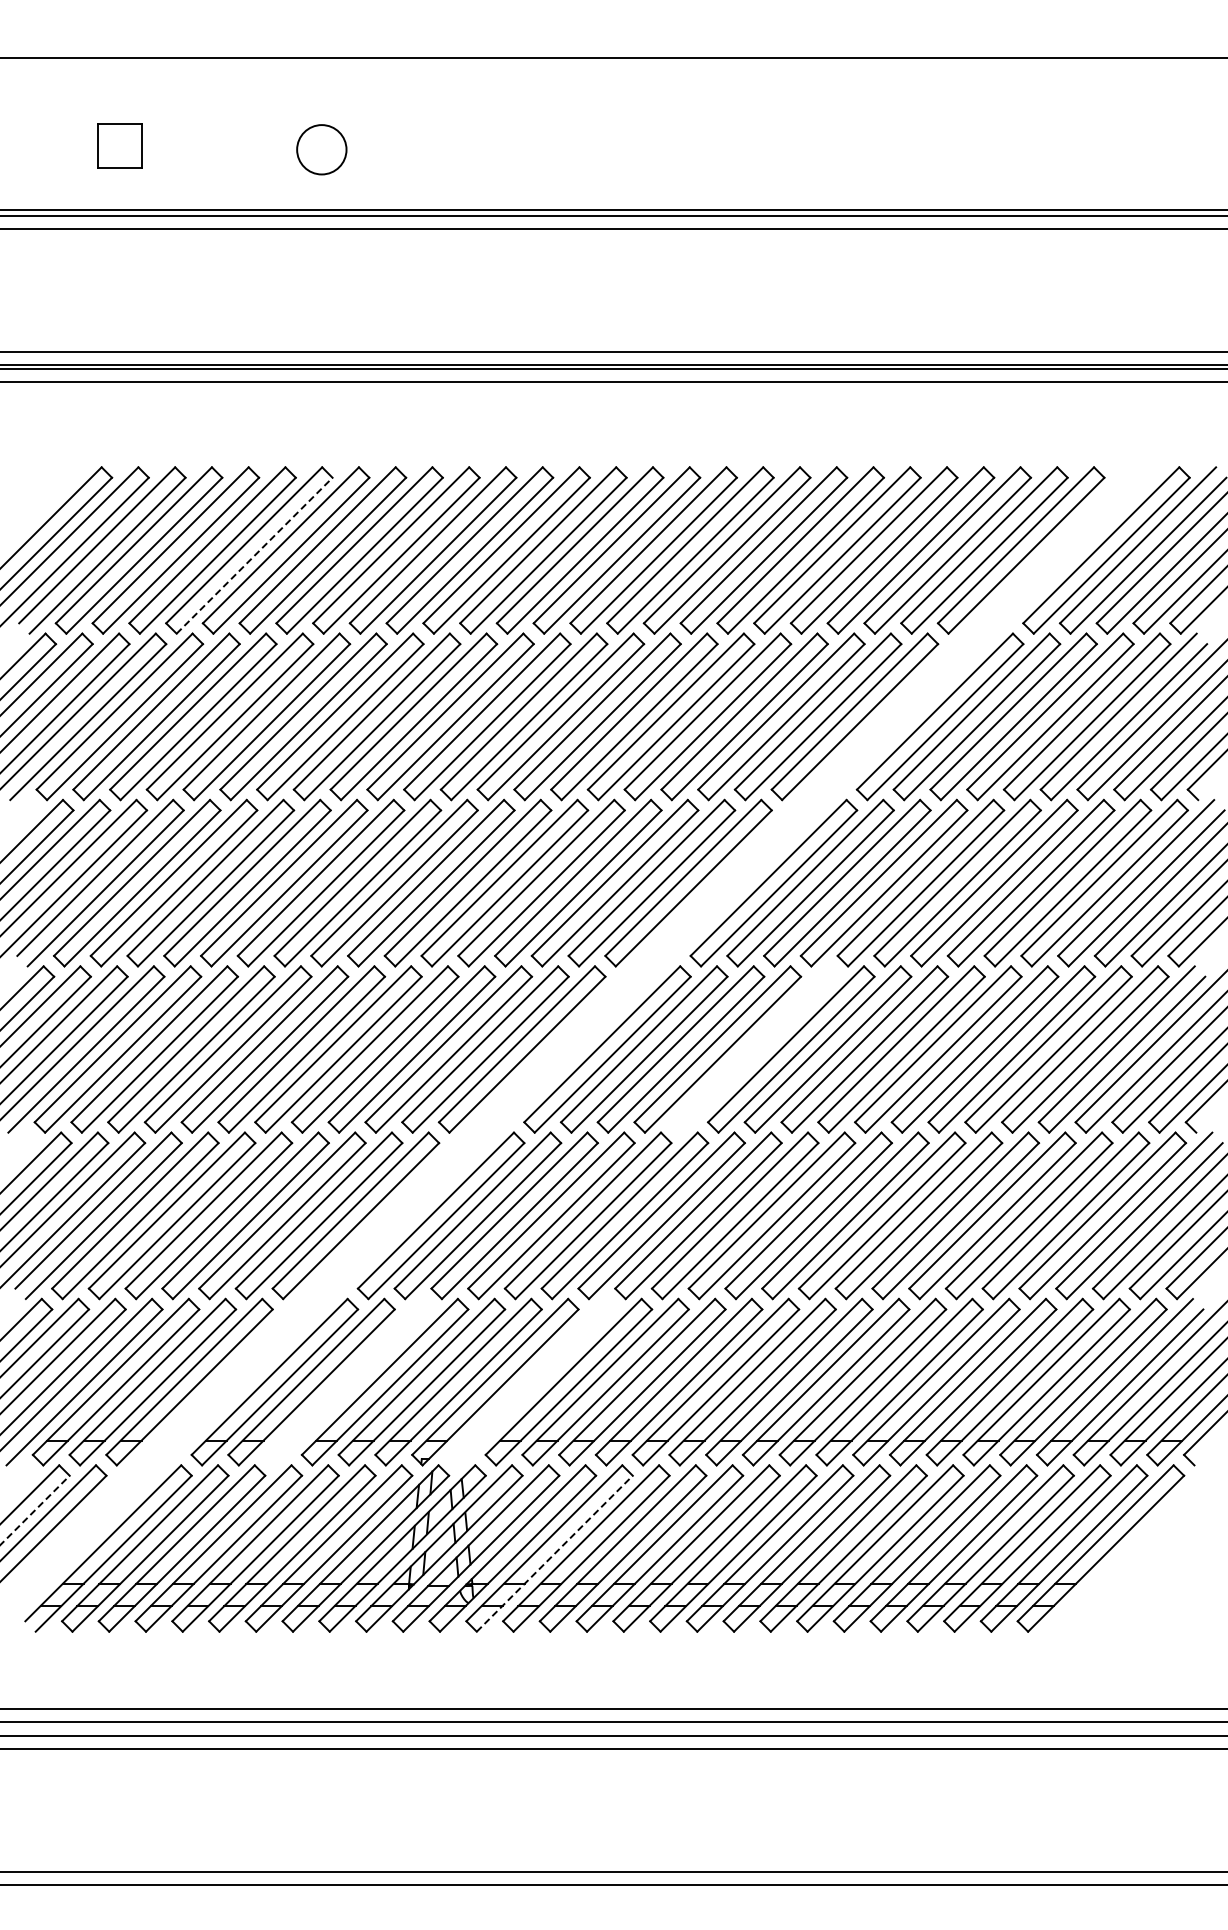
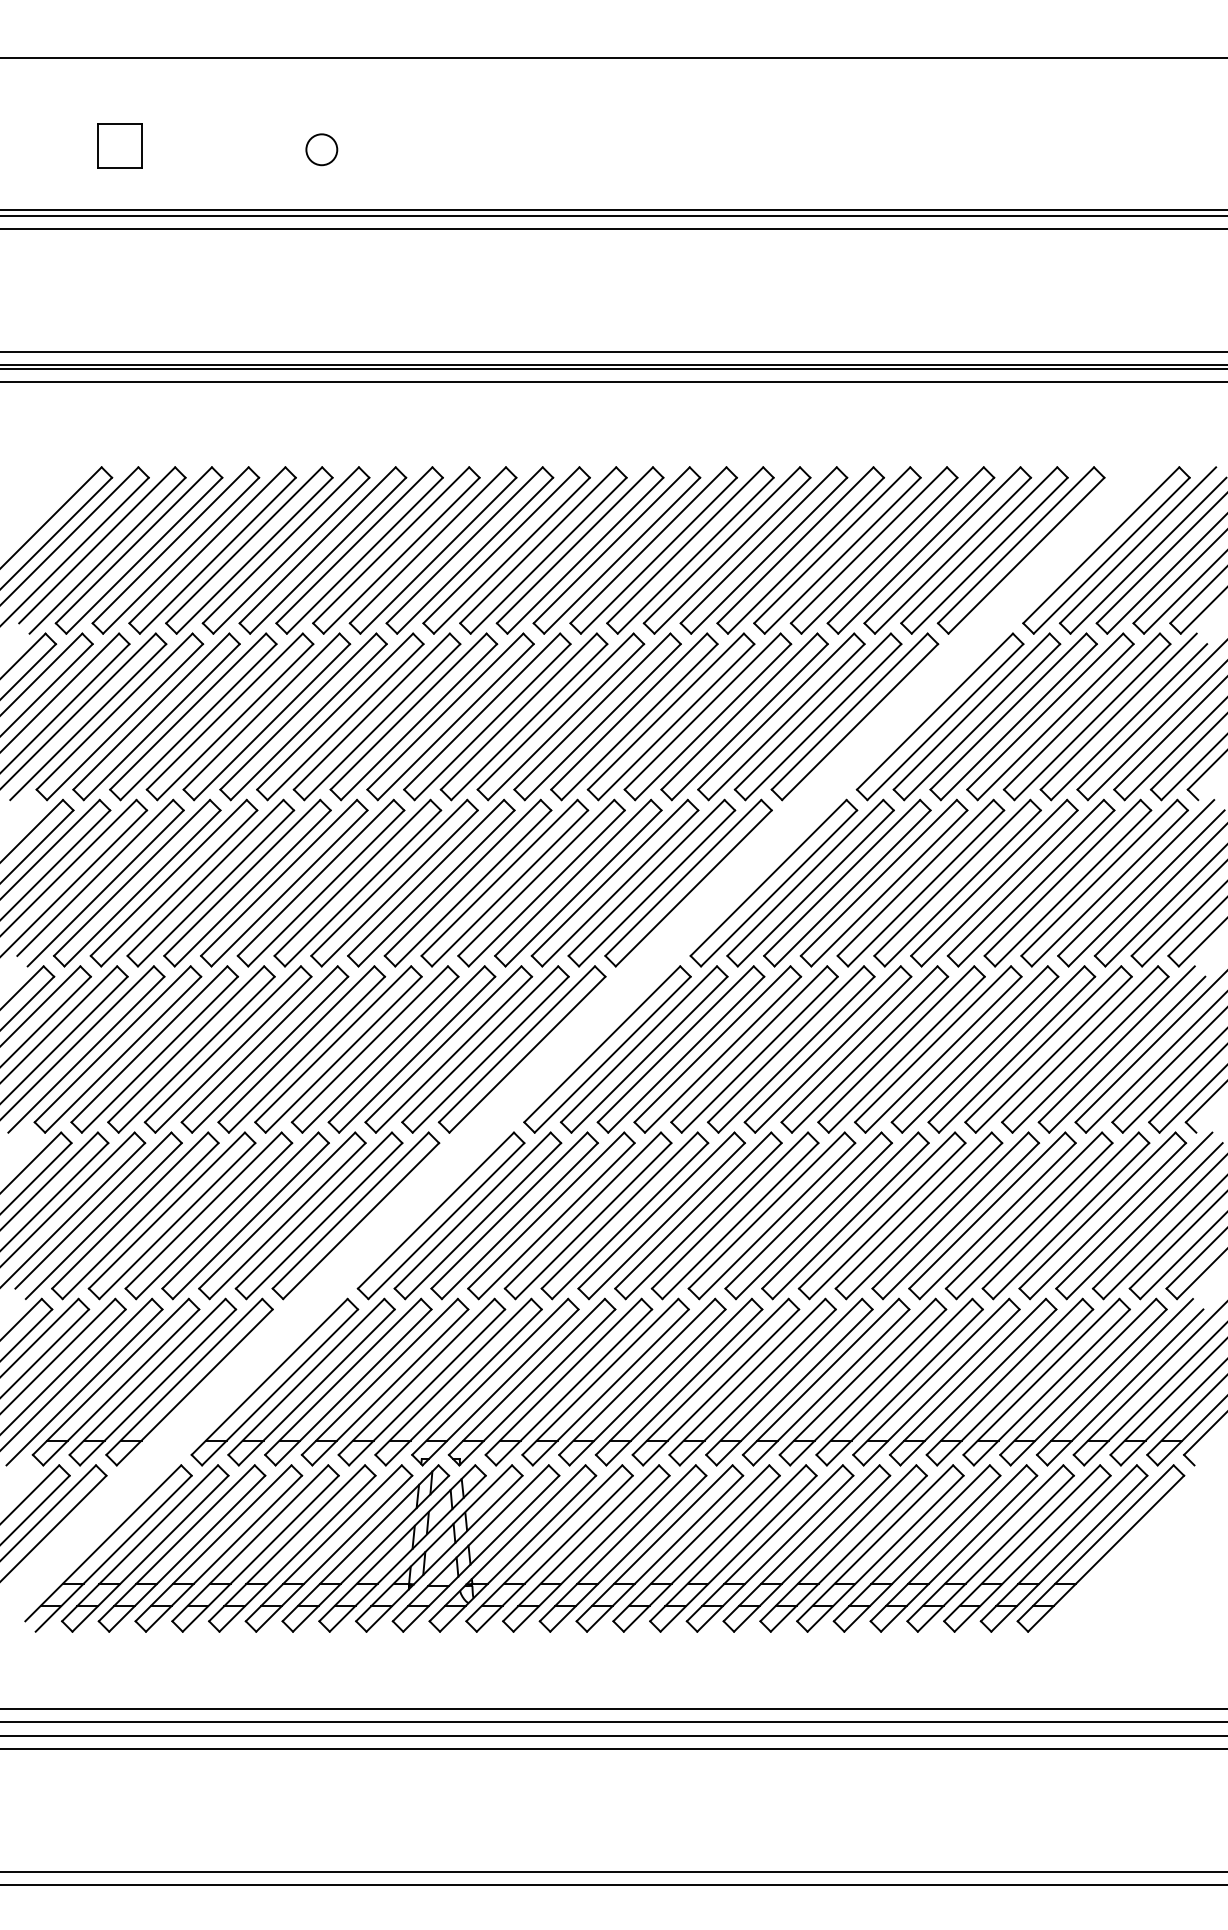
circle at (321, 149) diameter: 49 px -> 31 px
line at (254, 555): dashed -> solid
part at (754, 1049): none -> present
part at (348, 1381): none -> present
part at (531, 1381): none -> present
line at (35, 1510): dashed -> solid
line at (555, 1553): dashed -> solid
